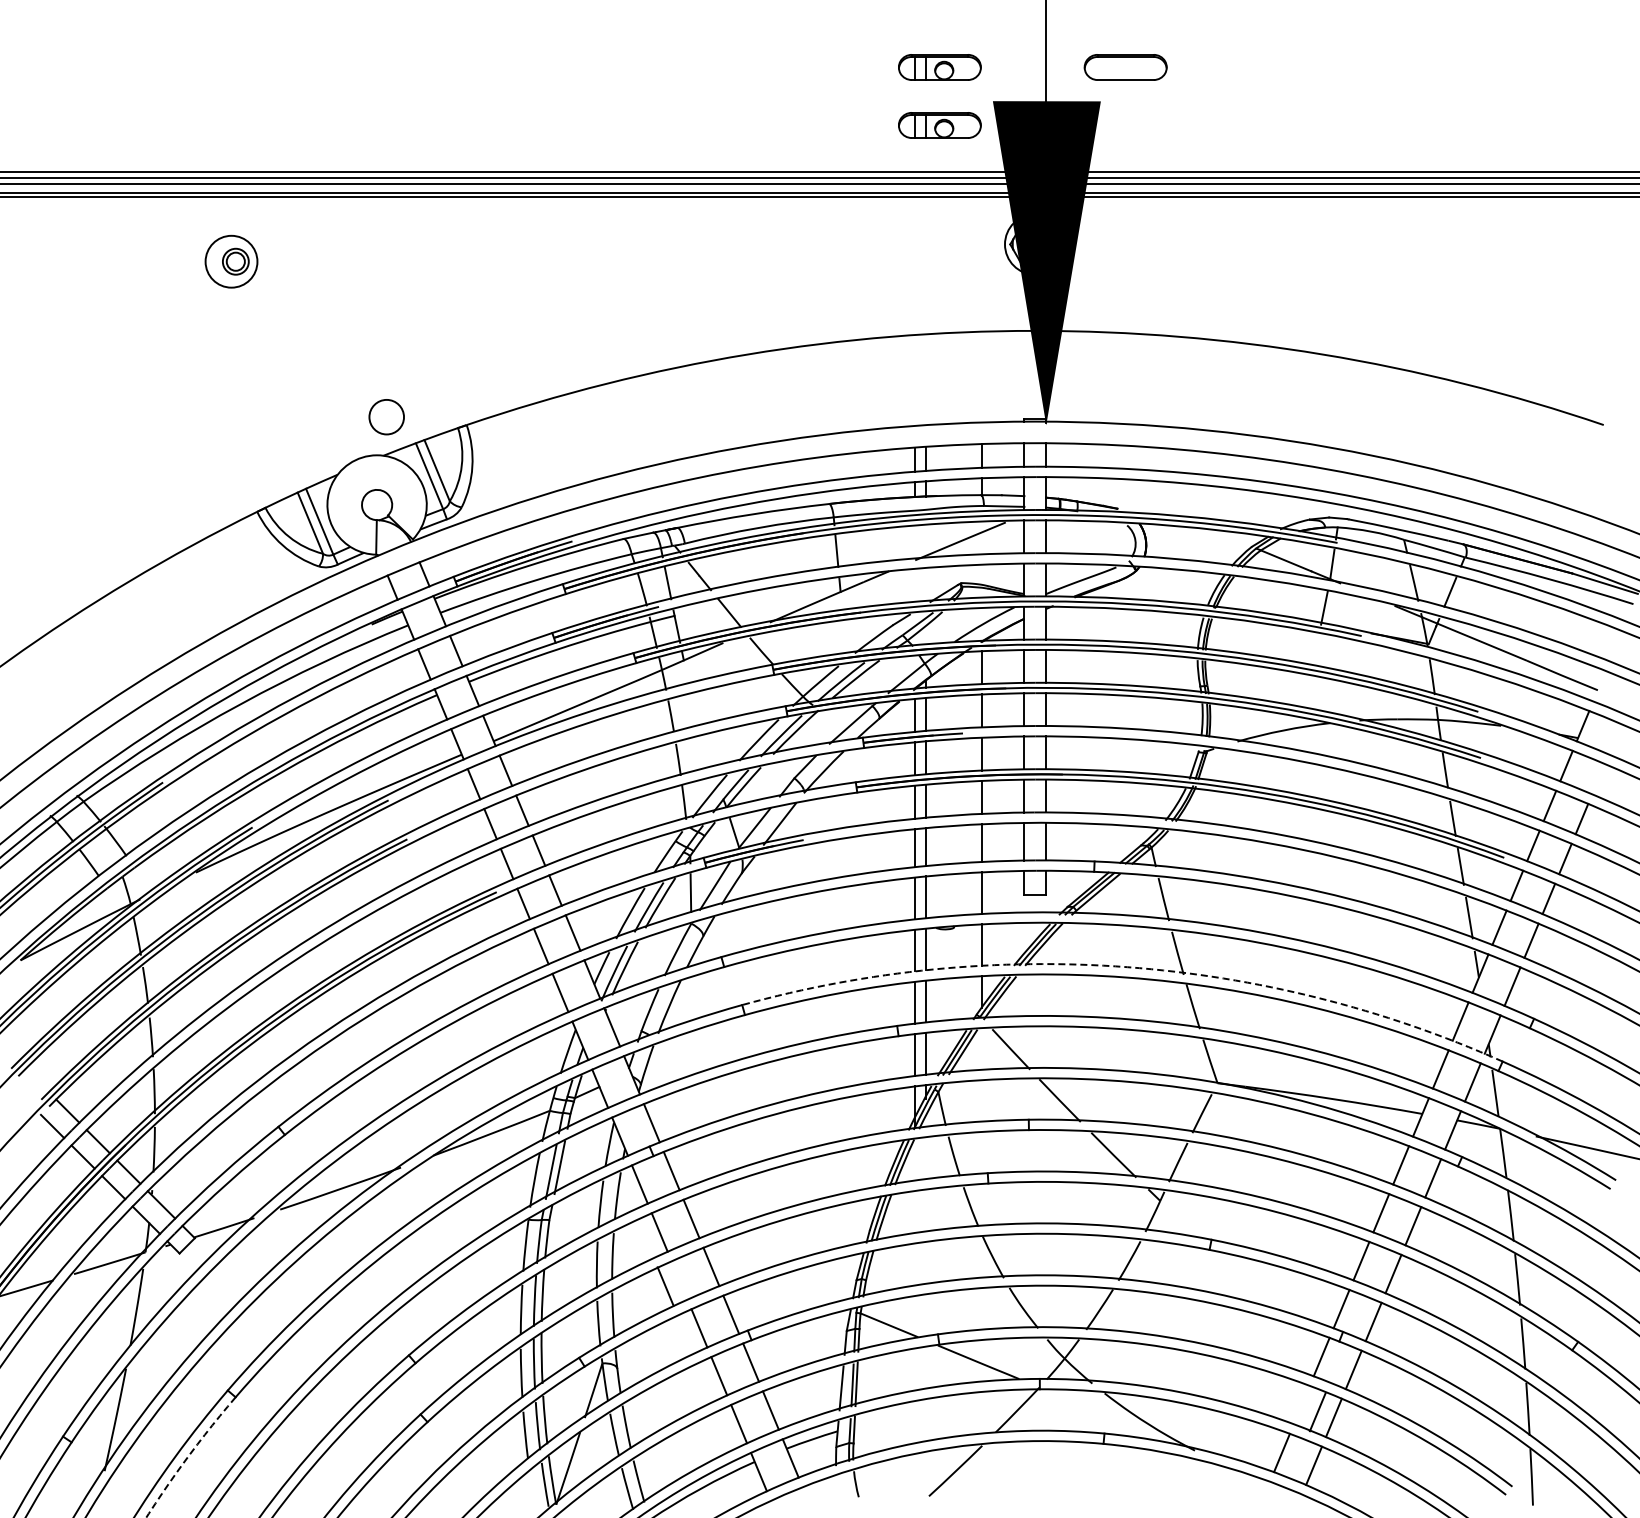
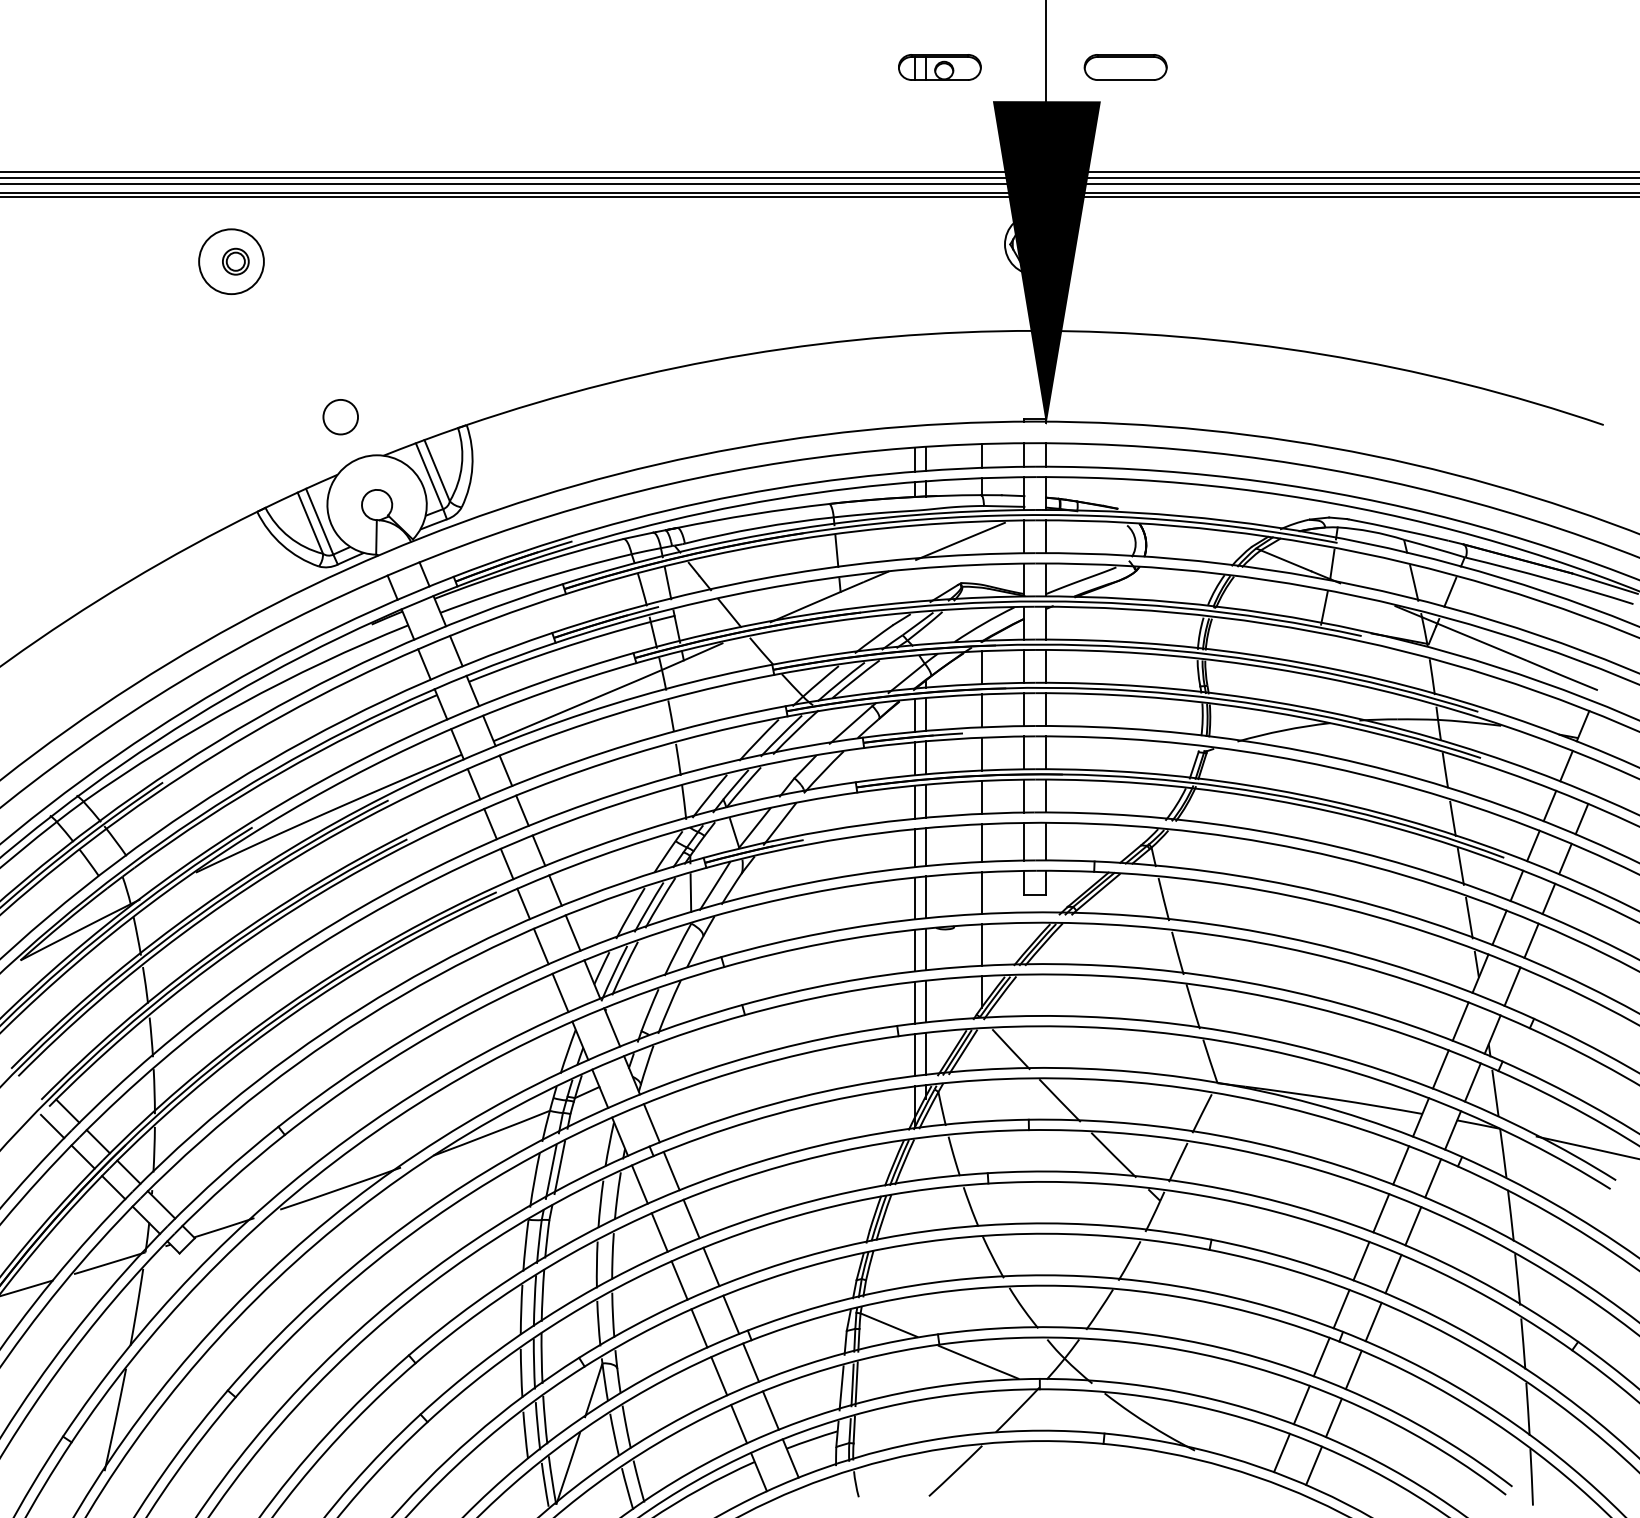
part at (939, 125): present -> none
circle at (231, 261) diameter: 52 px -> 65 px
circle at (386, 417) position: (386, 417) -> (340, 417)
arc at (1127, 967): dashed -> solid
line at (665, 1286) position: (665, 1286) -> (679, 1280)
line at (1317, 1411) position: (1317, 1411) -> (1301, 1404)
arc at (188, 1456): dashed -> solid
